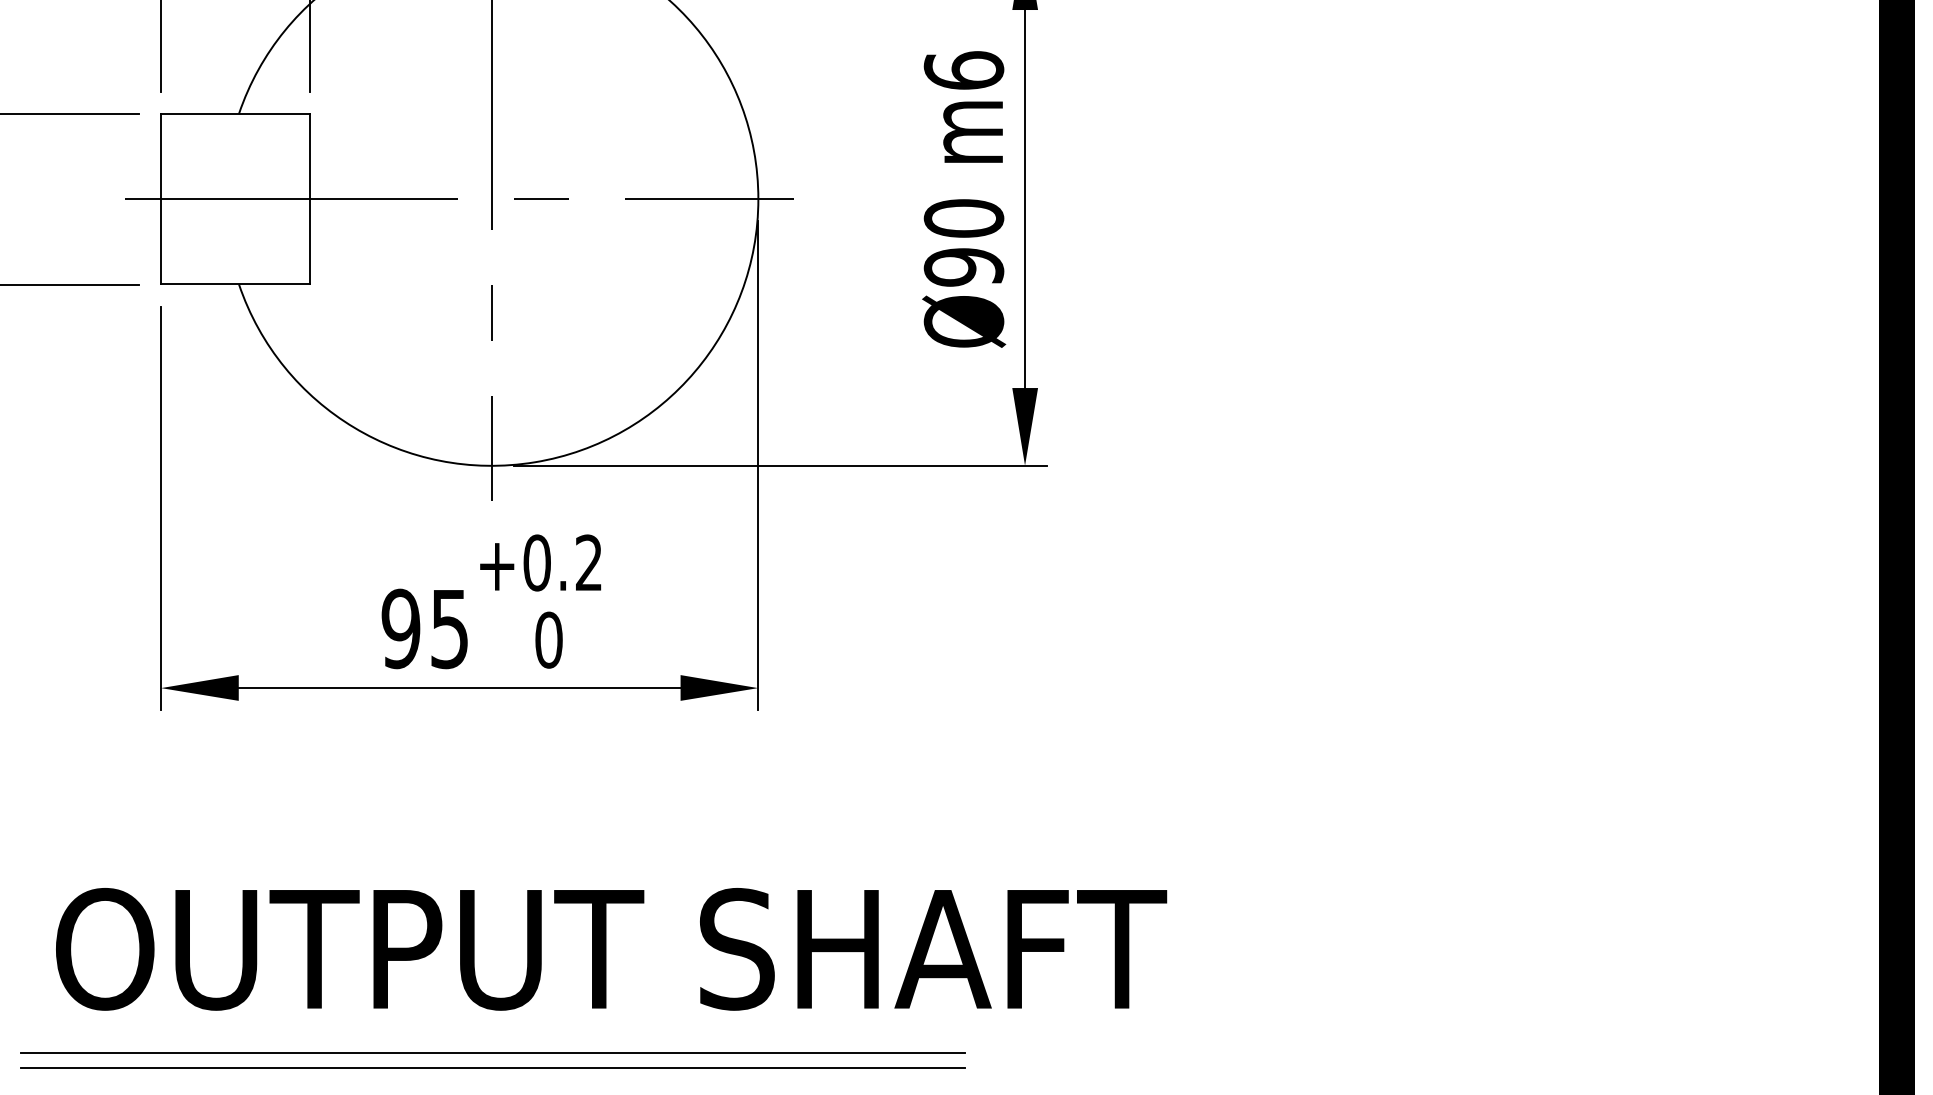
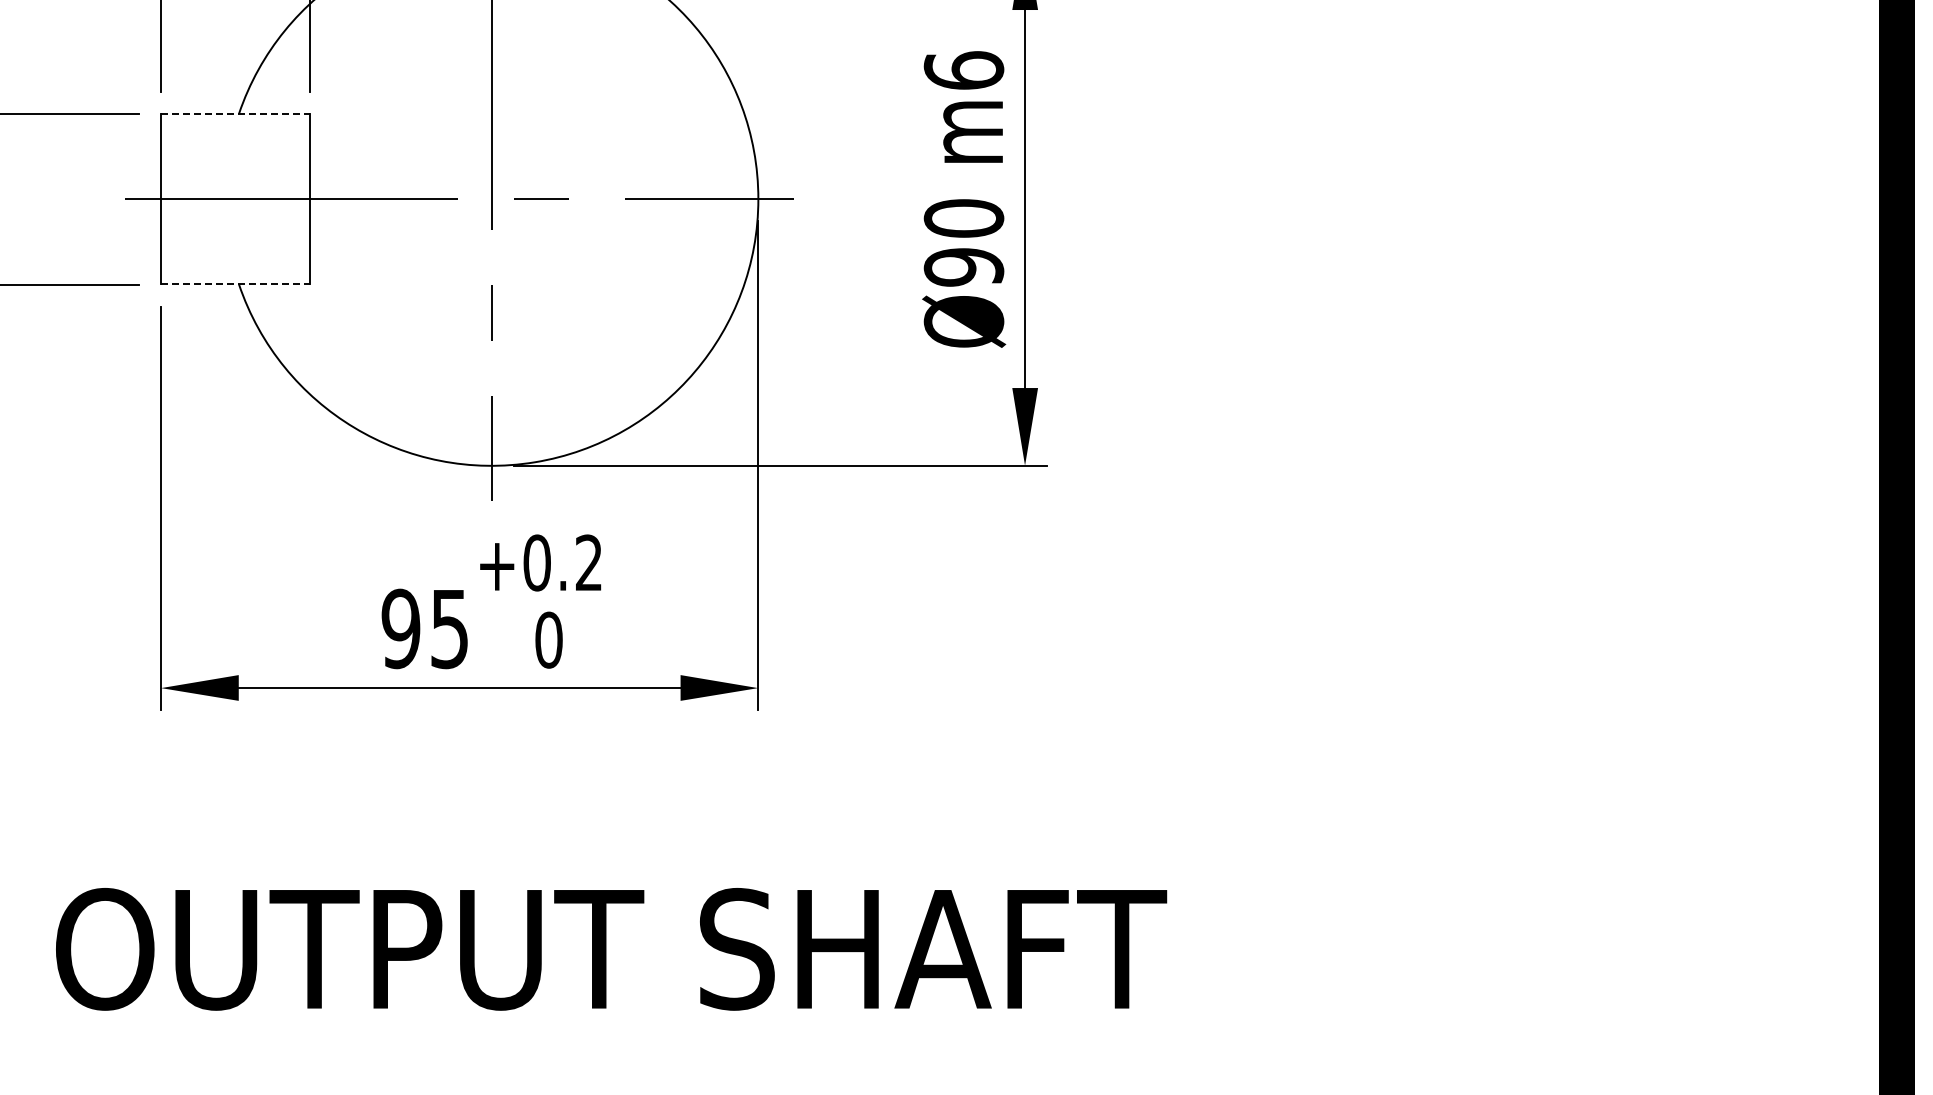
line at (235, 113): solid -> dashed
line at (235, 284): solid -> dashed
line at (492, 1052): present -> none
line at (492, 1068): present -> none
